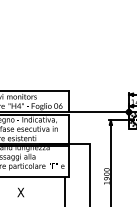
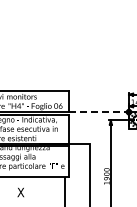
line at (99, 112): solid -> dashed
